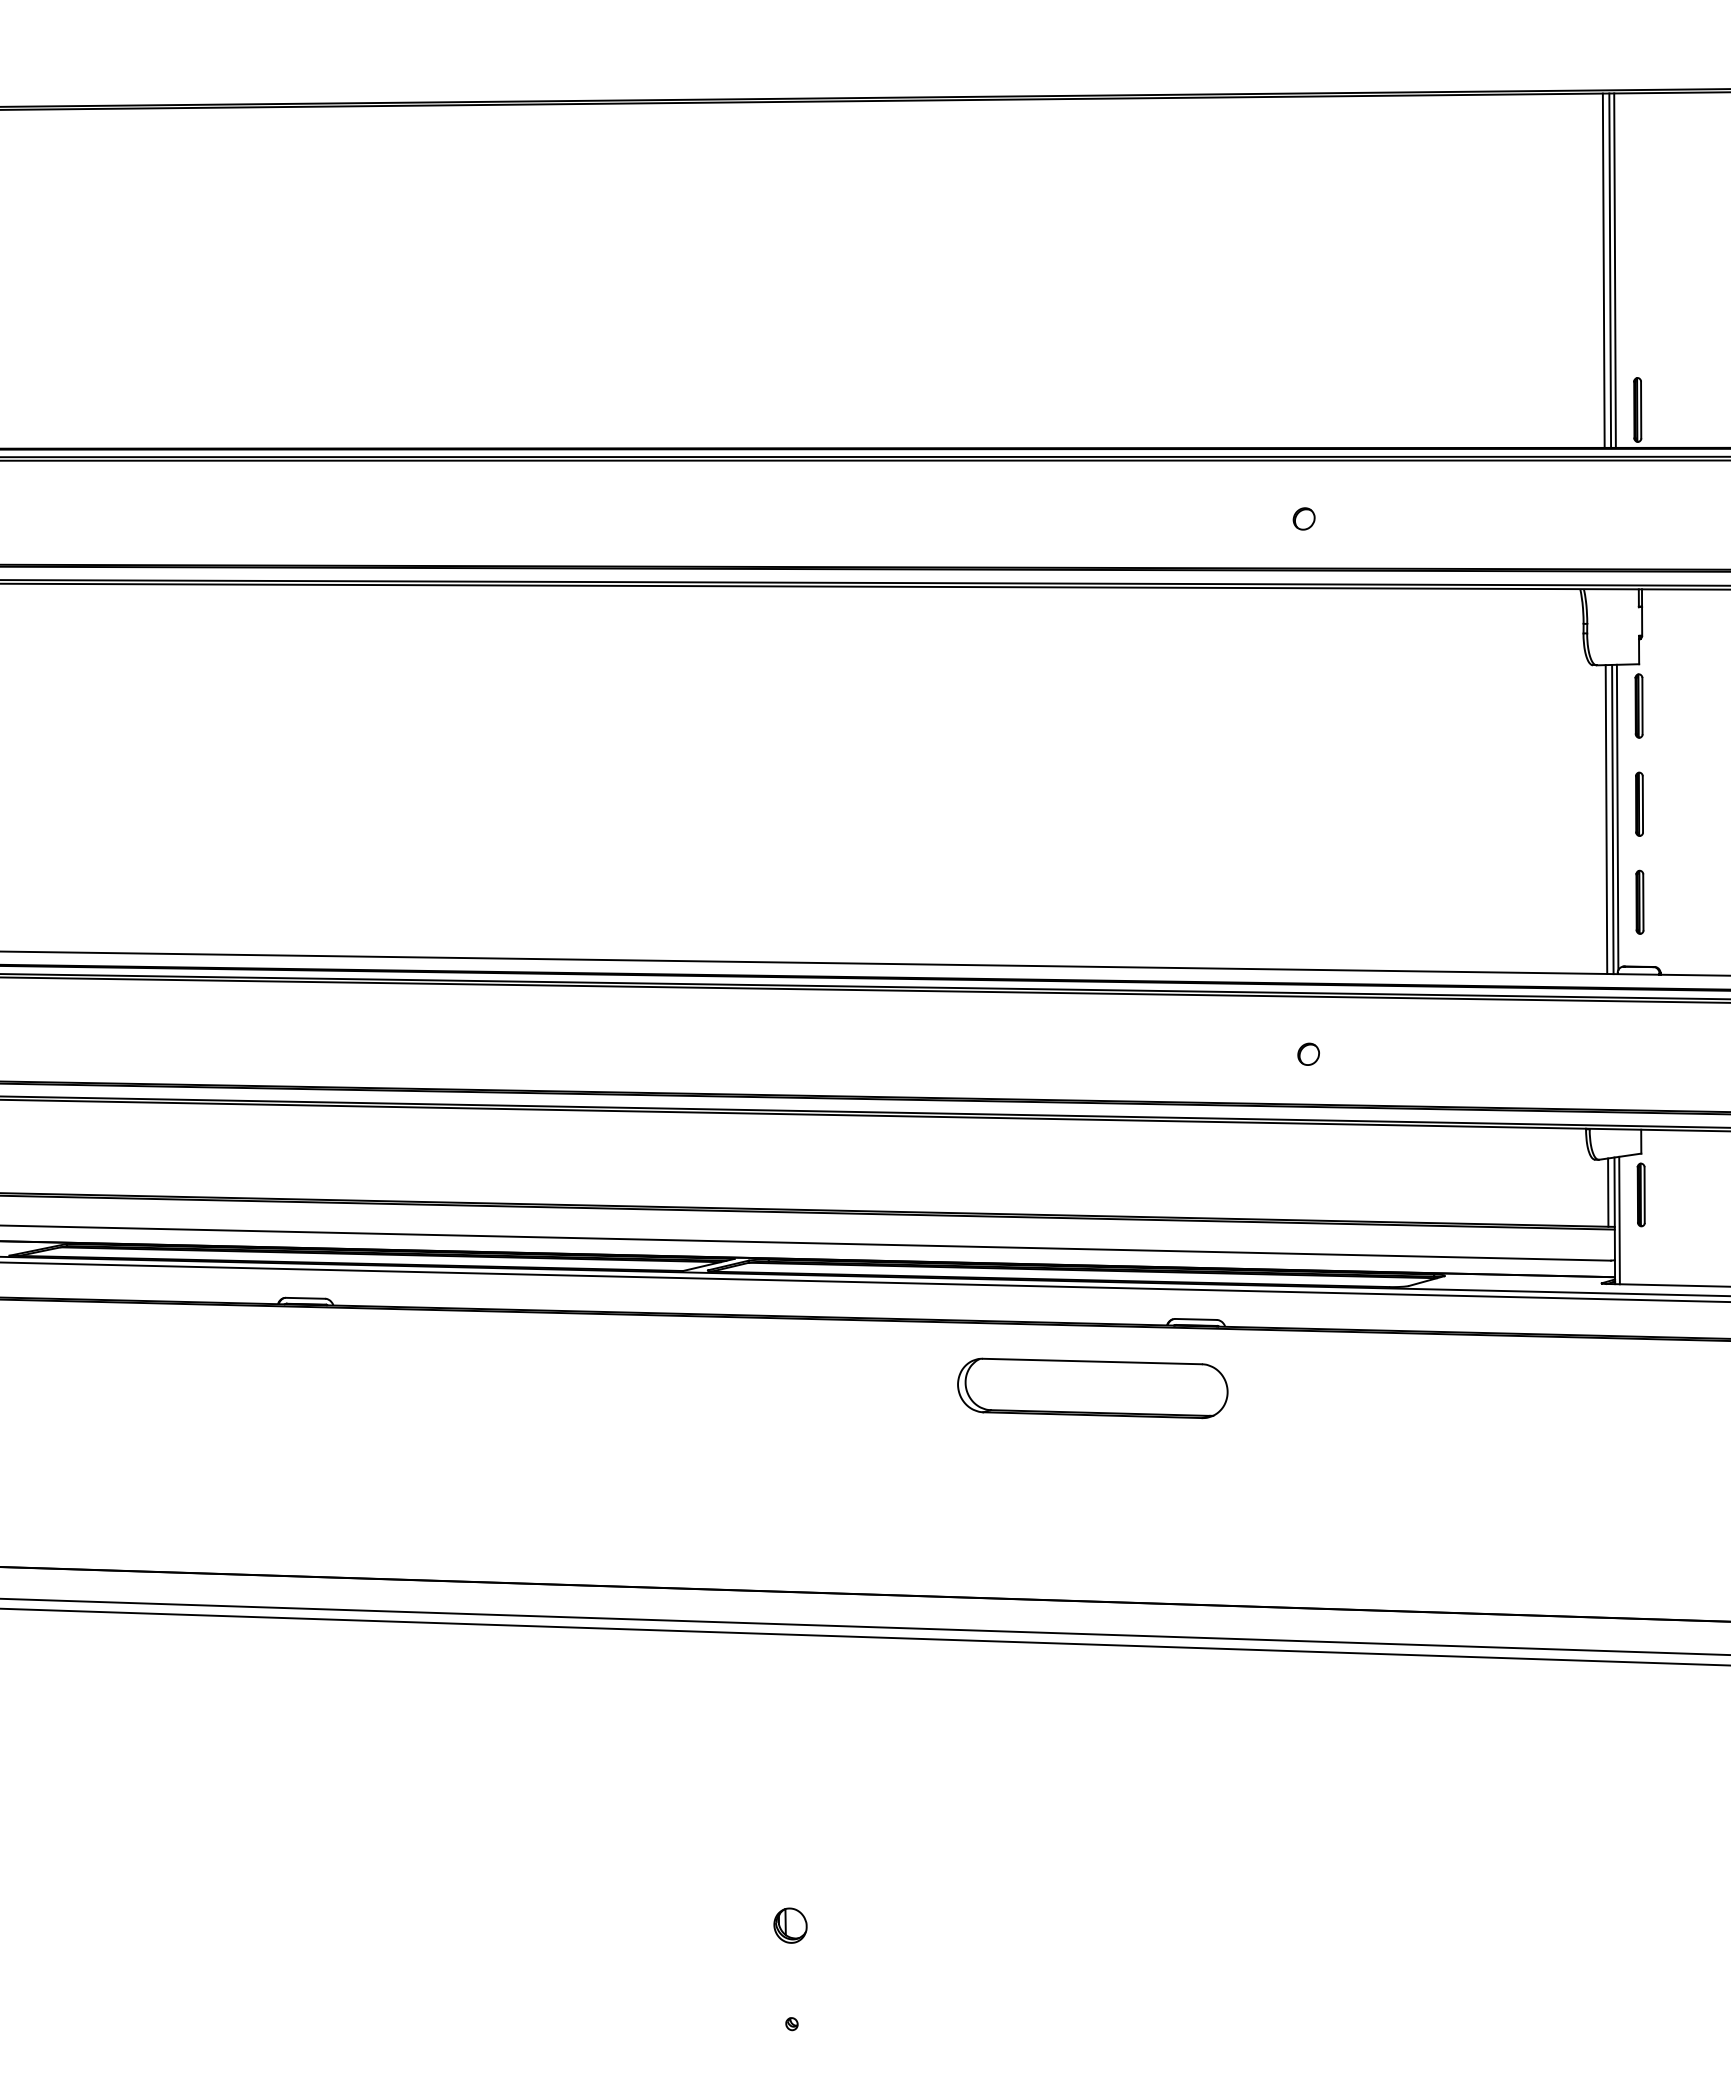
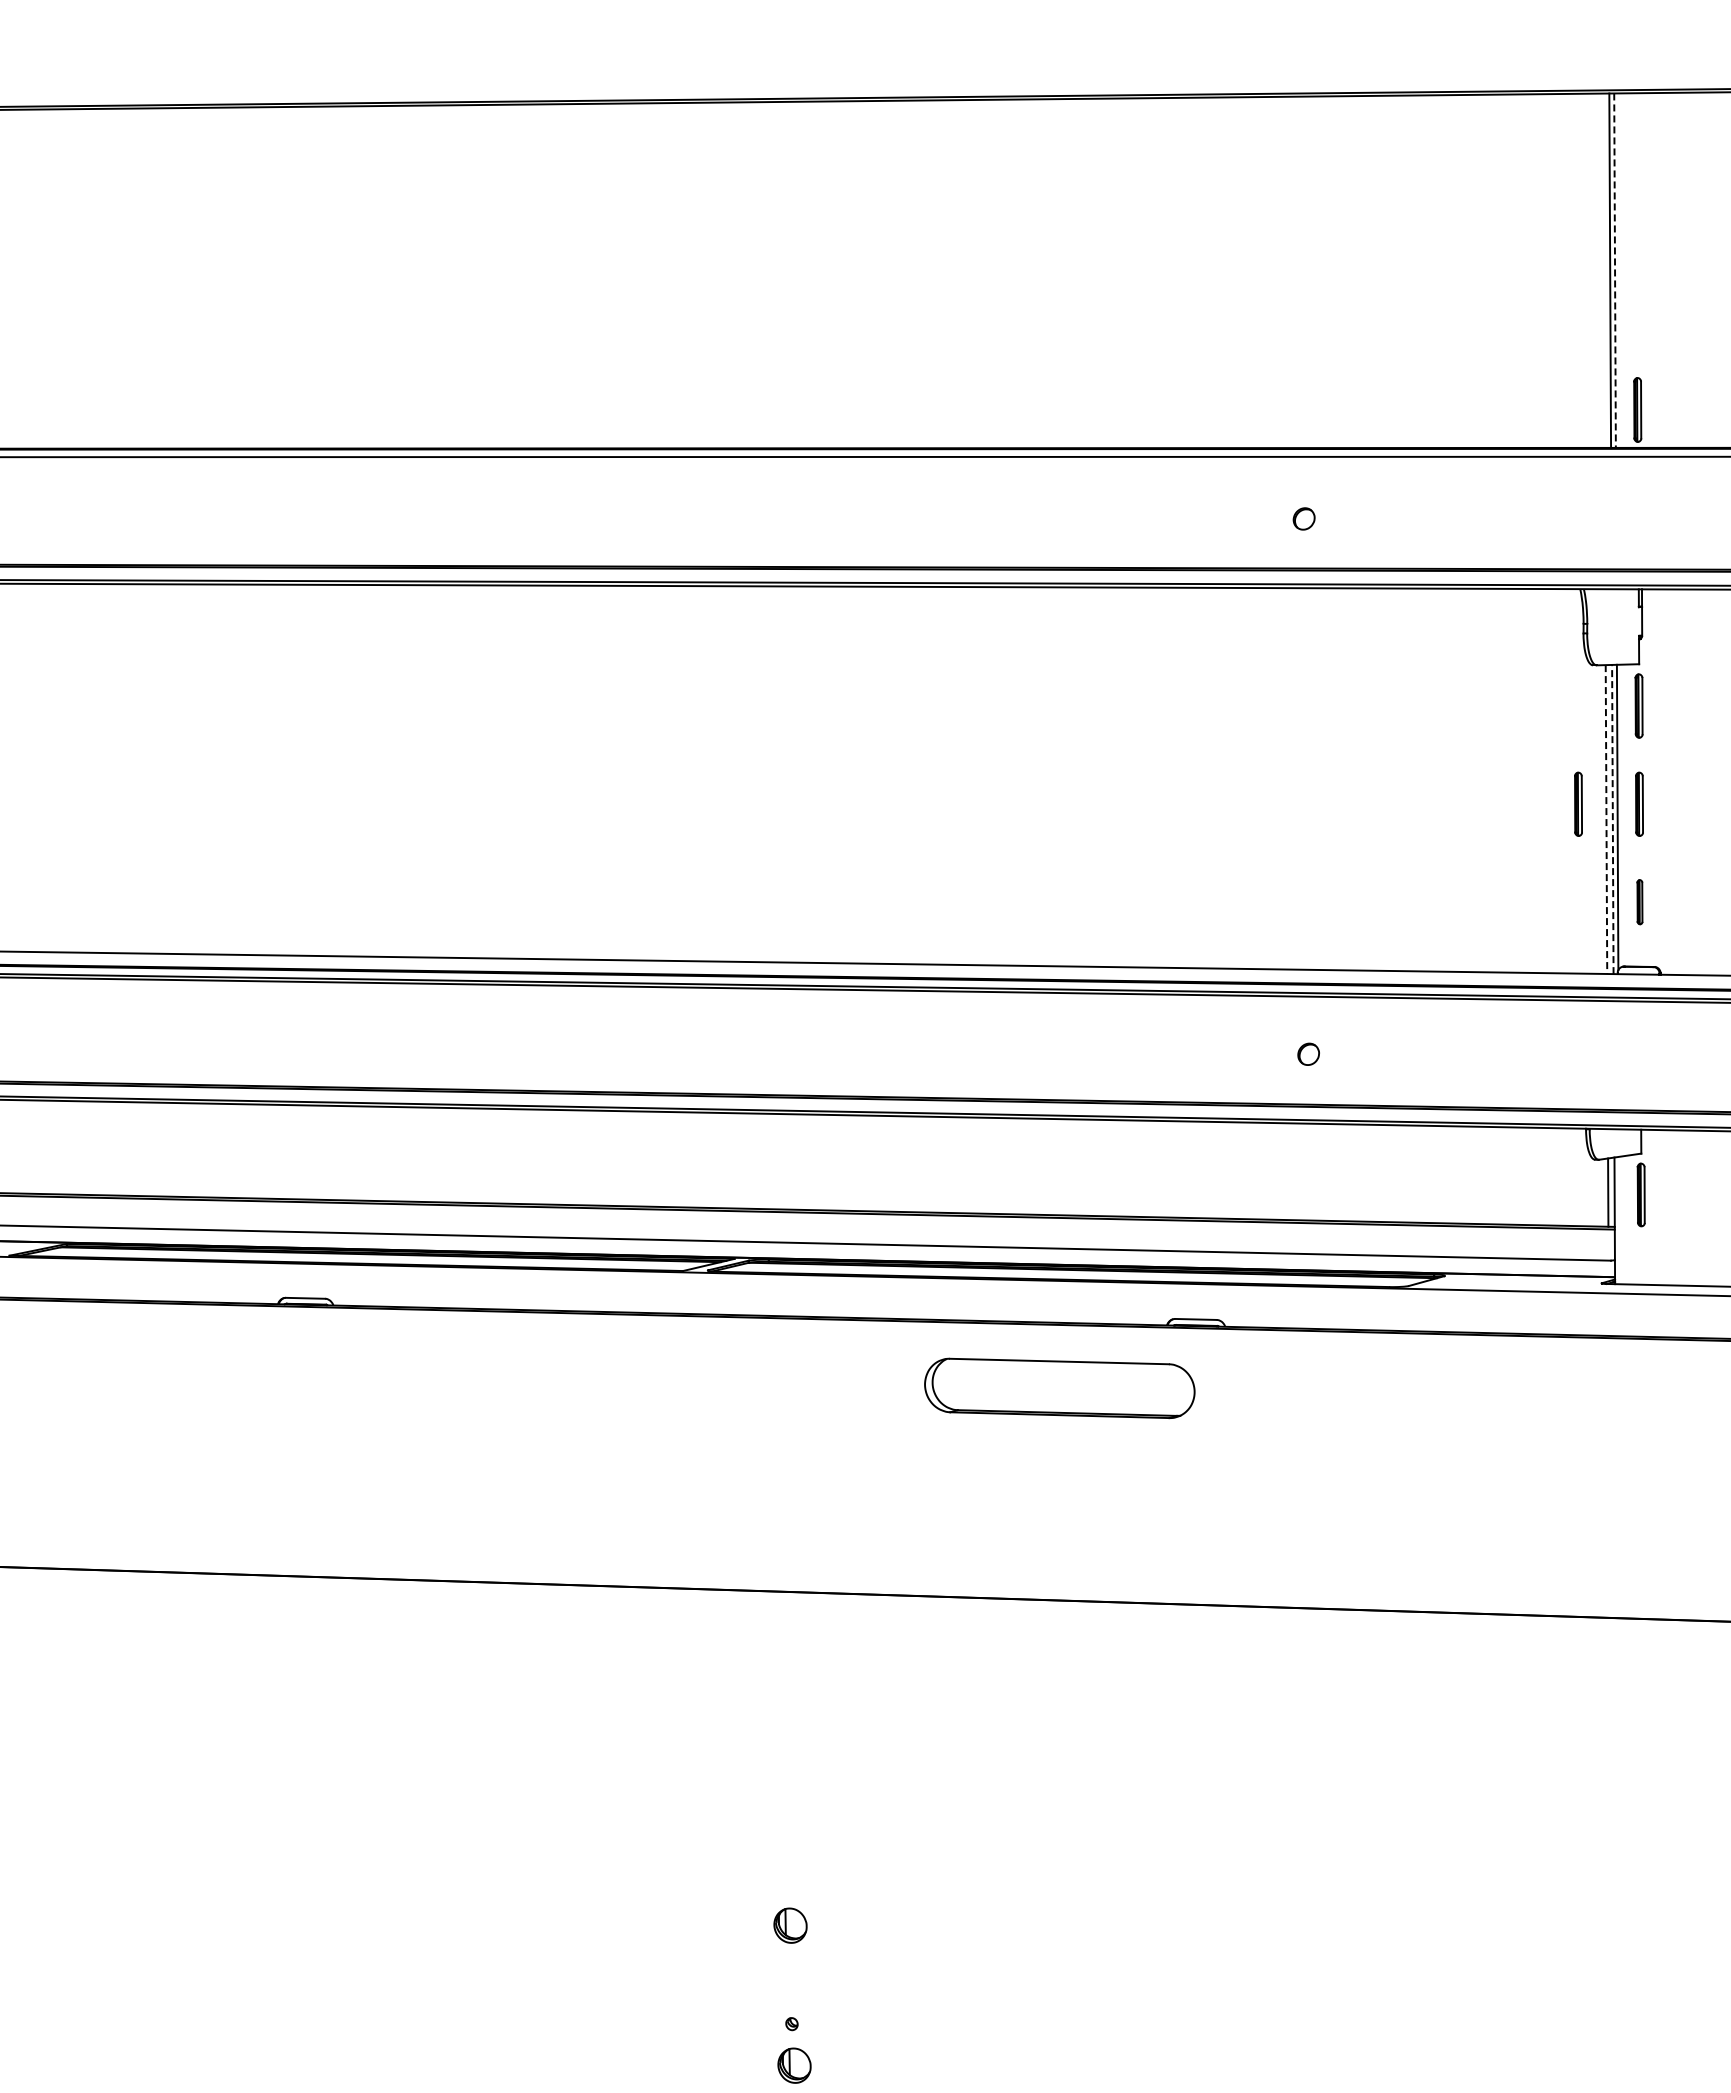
line at (1603, 270): present -> none
line at (1615, 271): solid -> dashed
line at (864, 460): present -> none
part at (1578, 803): none -> present
line at (1612, 819): solid -> dashed
line at (1606, 820): solid -> dashed
part at (1639, 901) size: 10x66 px -> 8x47 px
line at (1619, 1220): present -> none
line at (864, 1282): present -> none
part at (1092, 1388) position: (1092, 1388) -> (1059, 1388)
line at (864, 1626): present -> none
line at (864, 1636): present -> none
part at (794, 2065): none -> present
